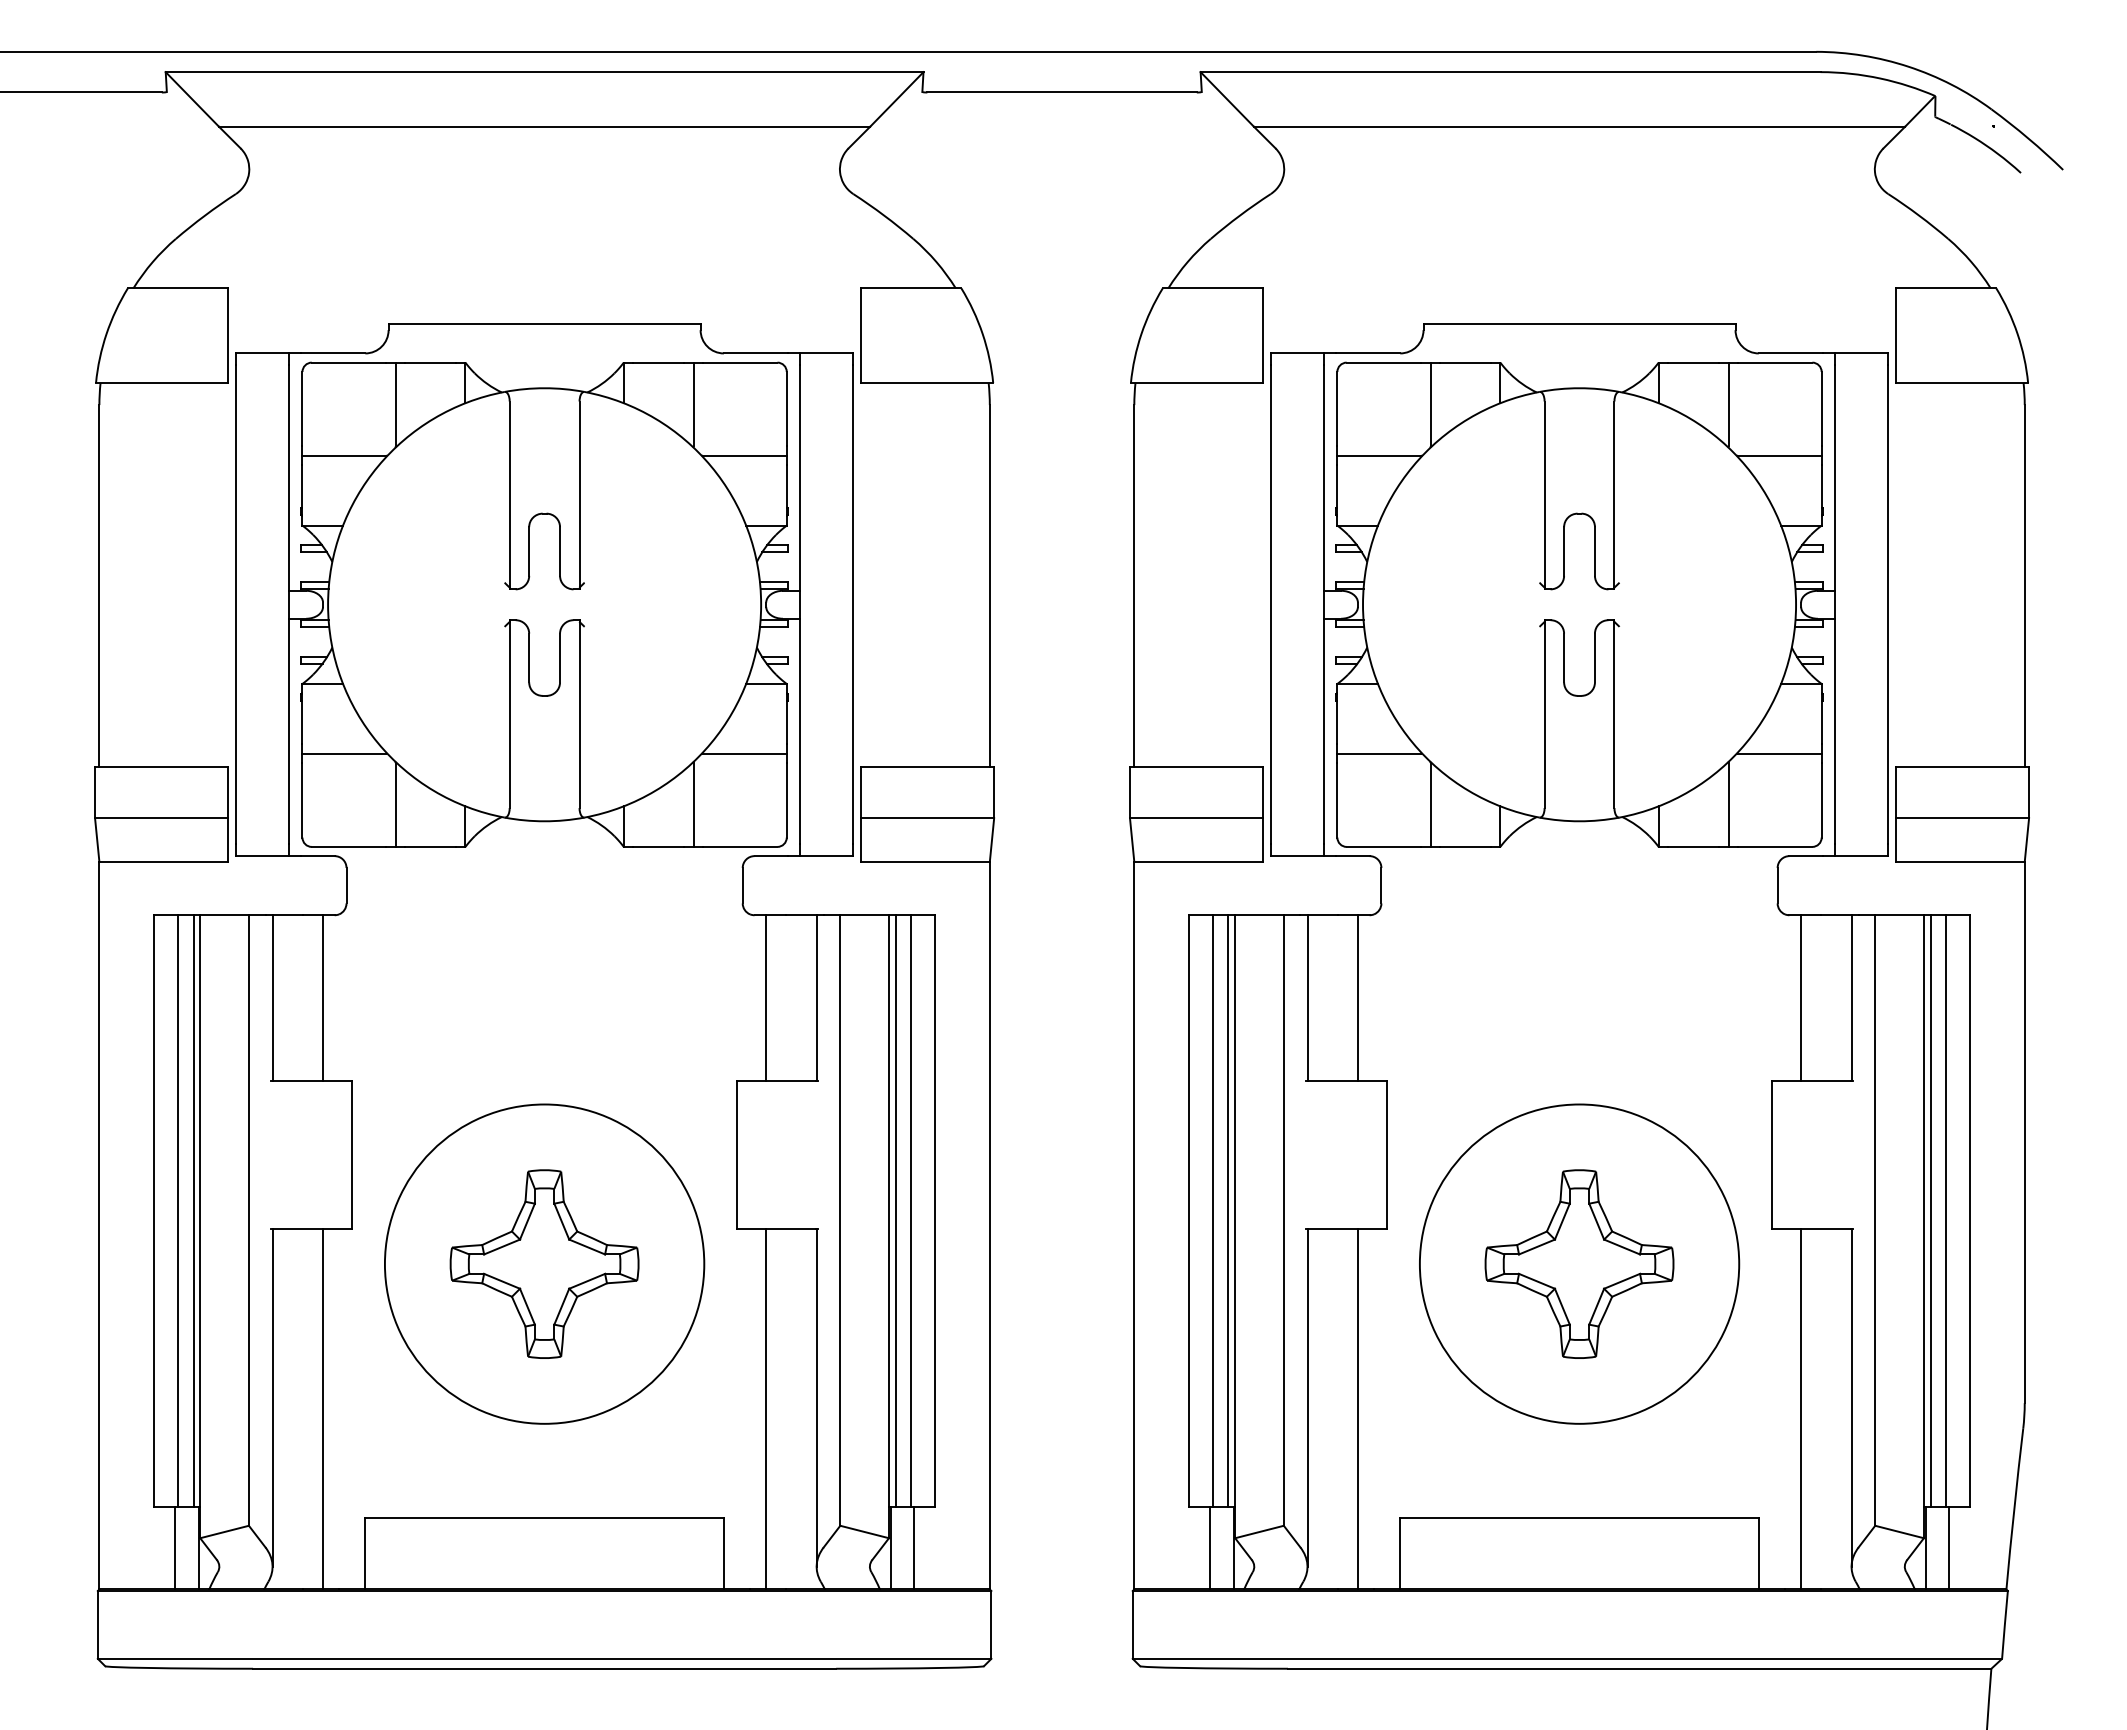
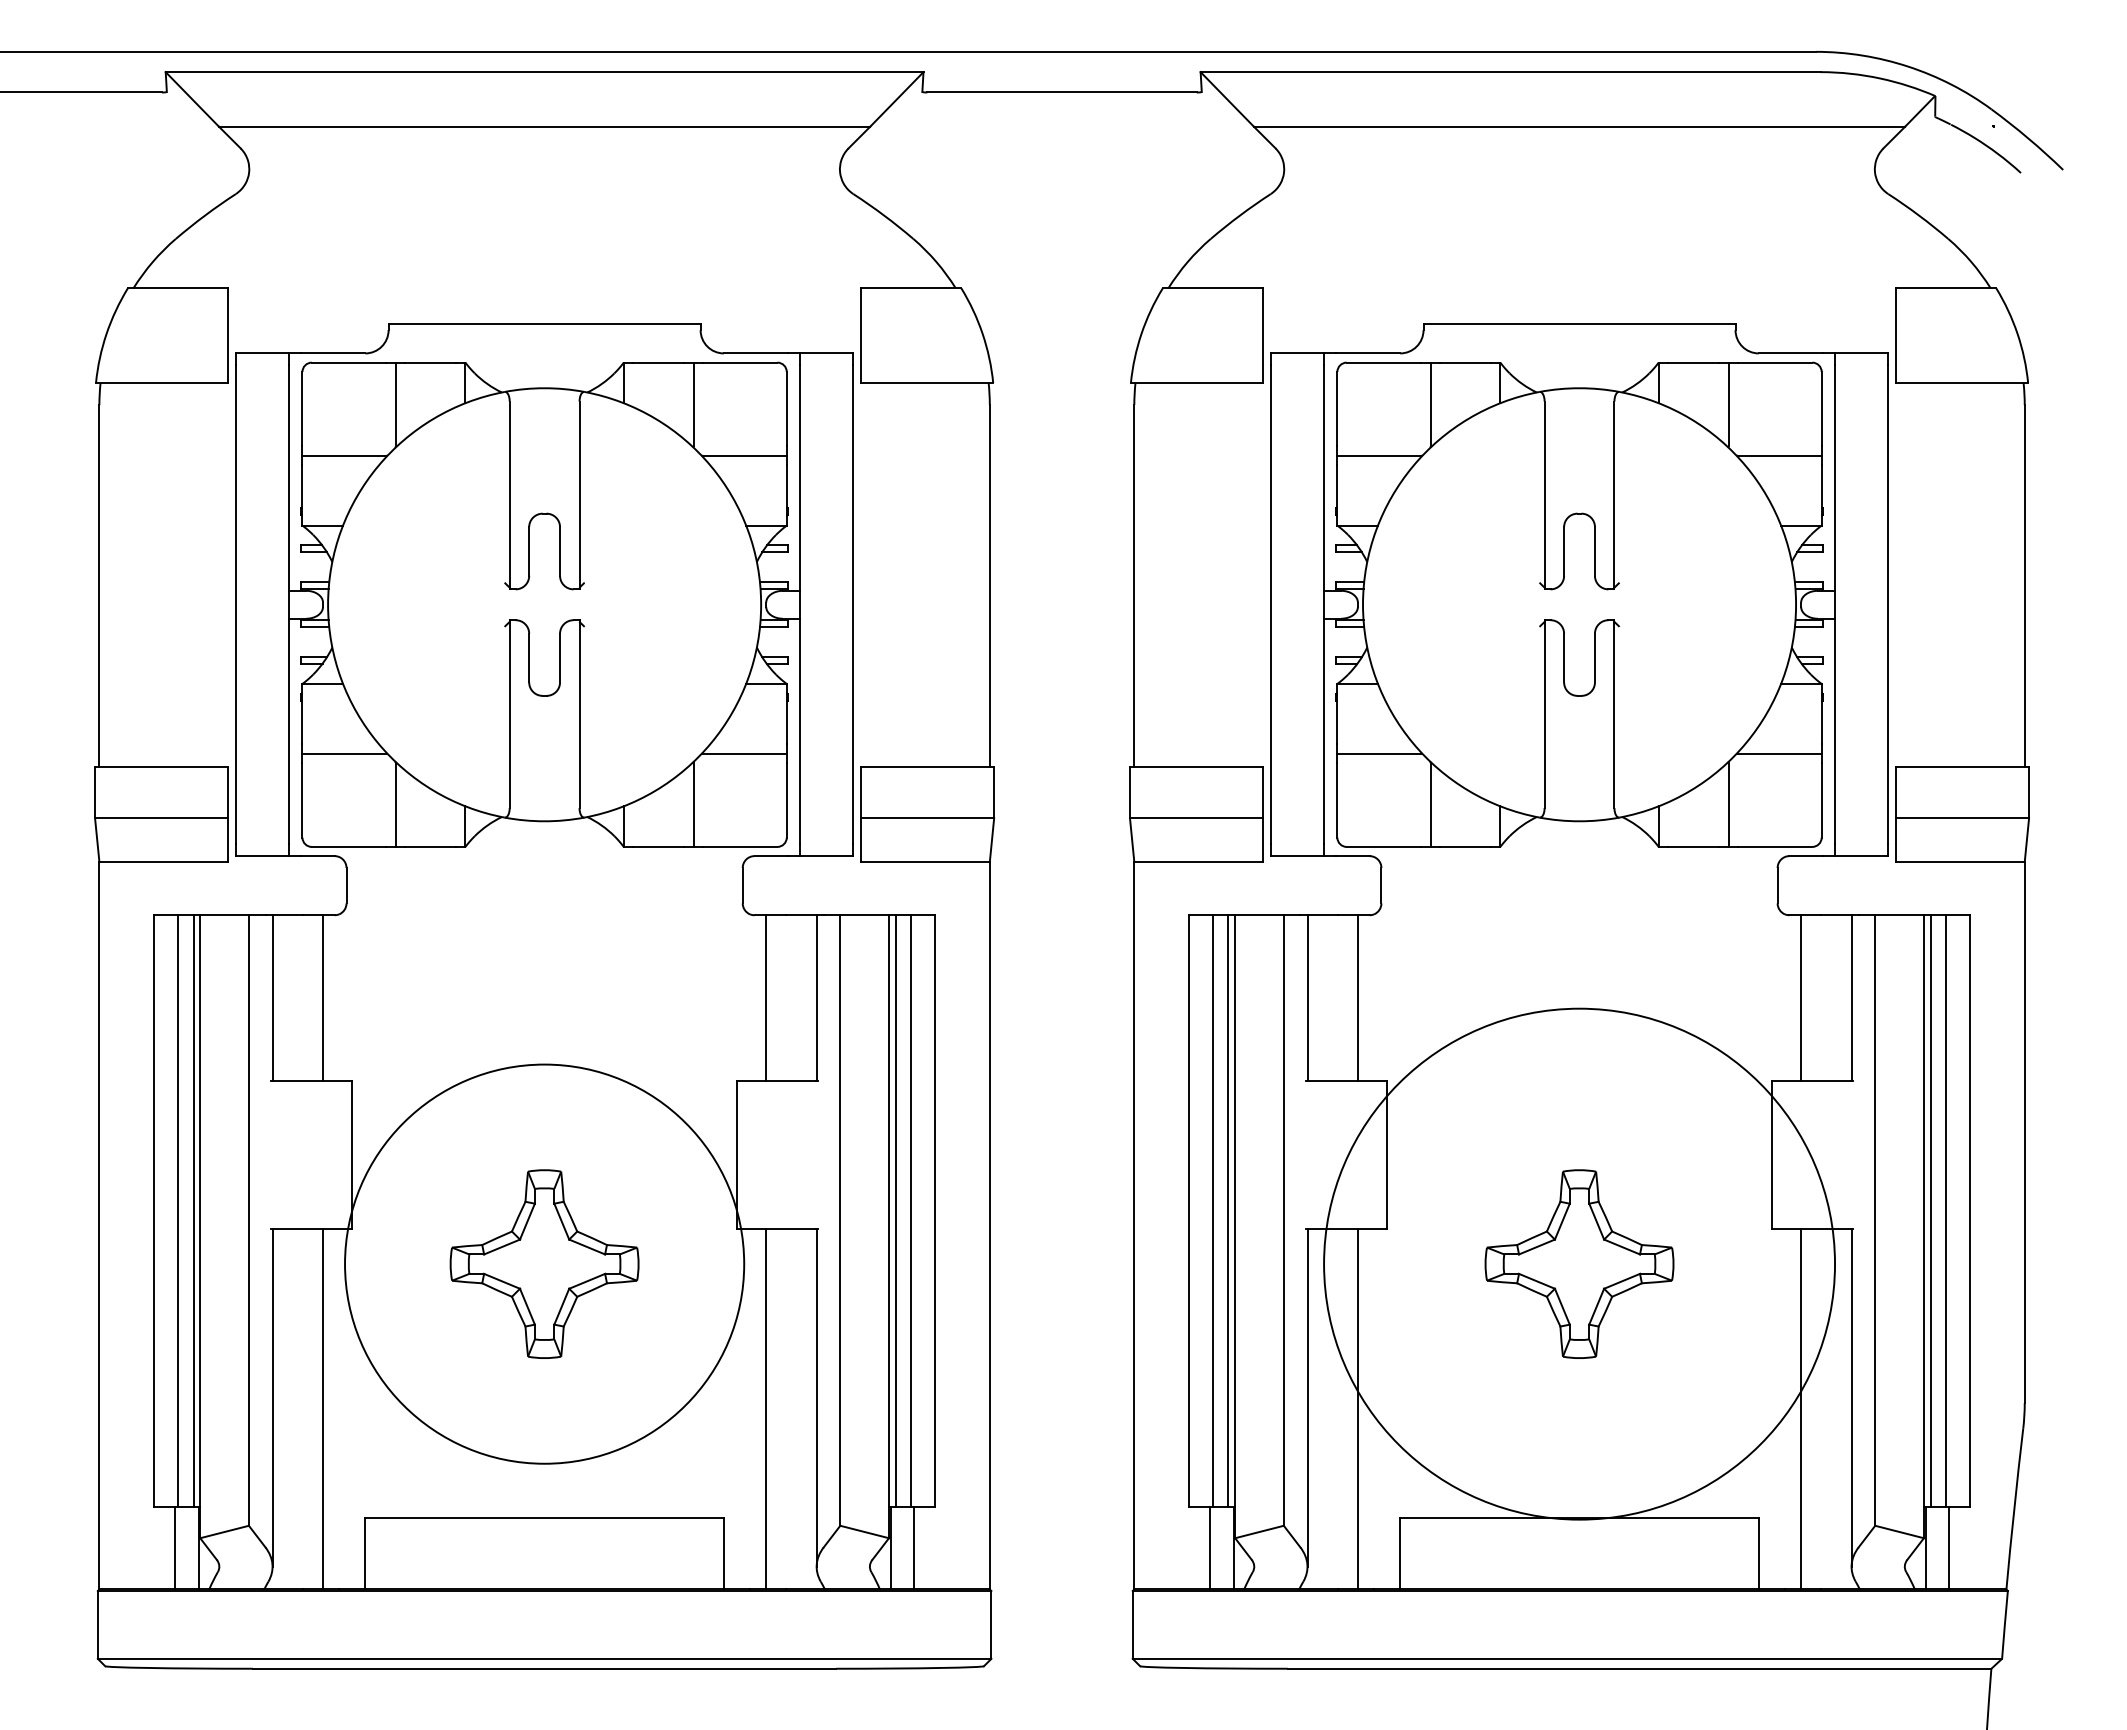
circle at (544, 1263) diameter: 319 px -> 399 px
circle at (1579, 1263) diameter: 319 px -> 511 px
